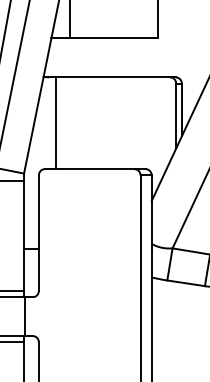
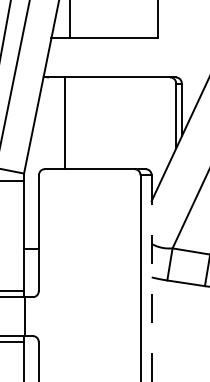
line at (55, 123) position: (55, 123) -> (64, 123)
line at (151, 278): solid -> dashed
